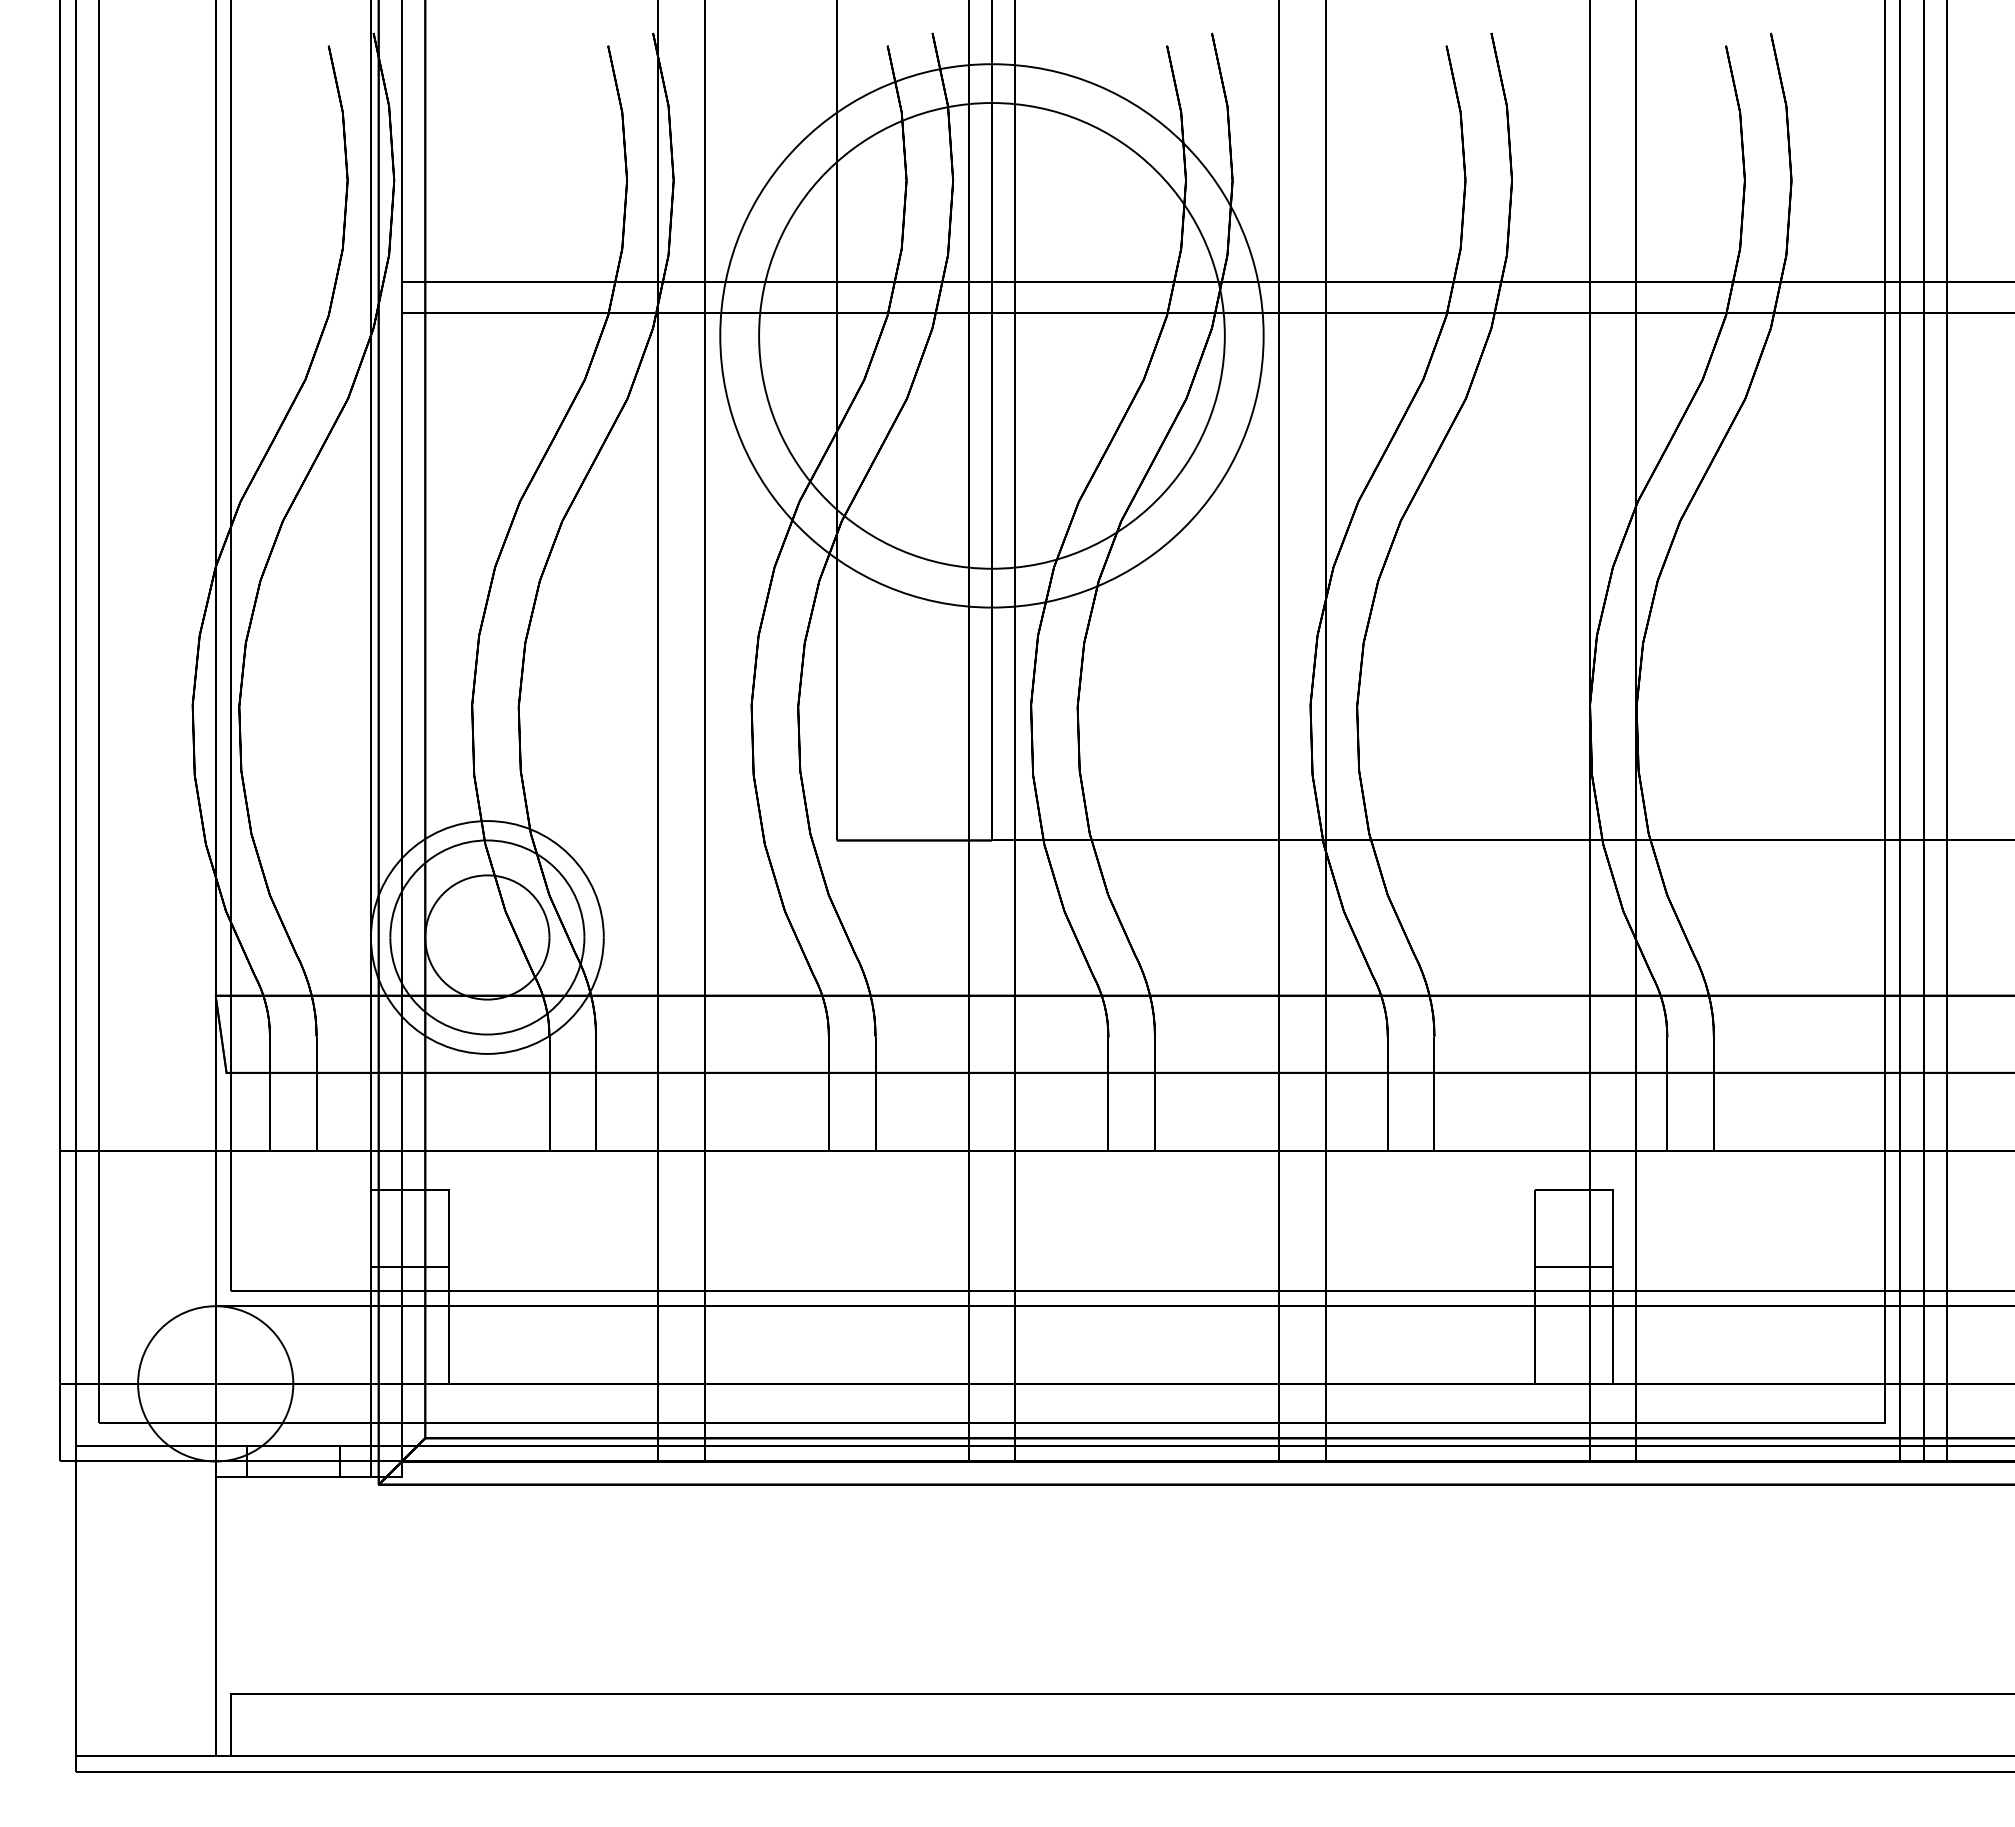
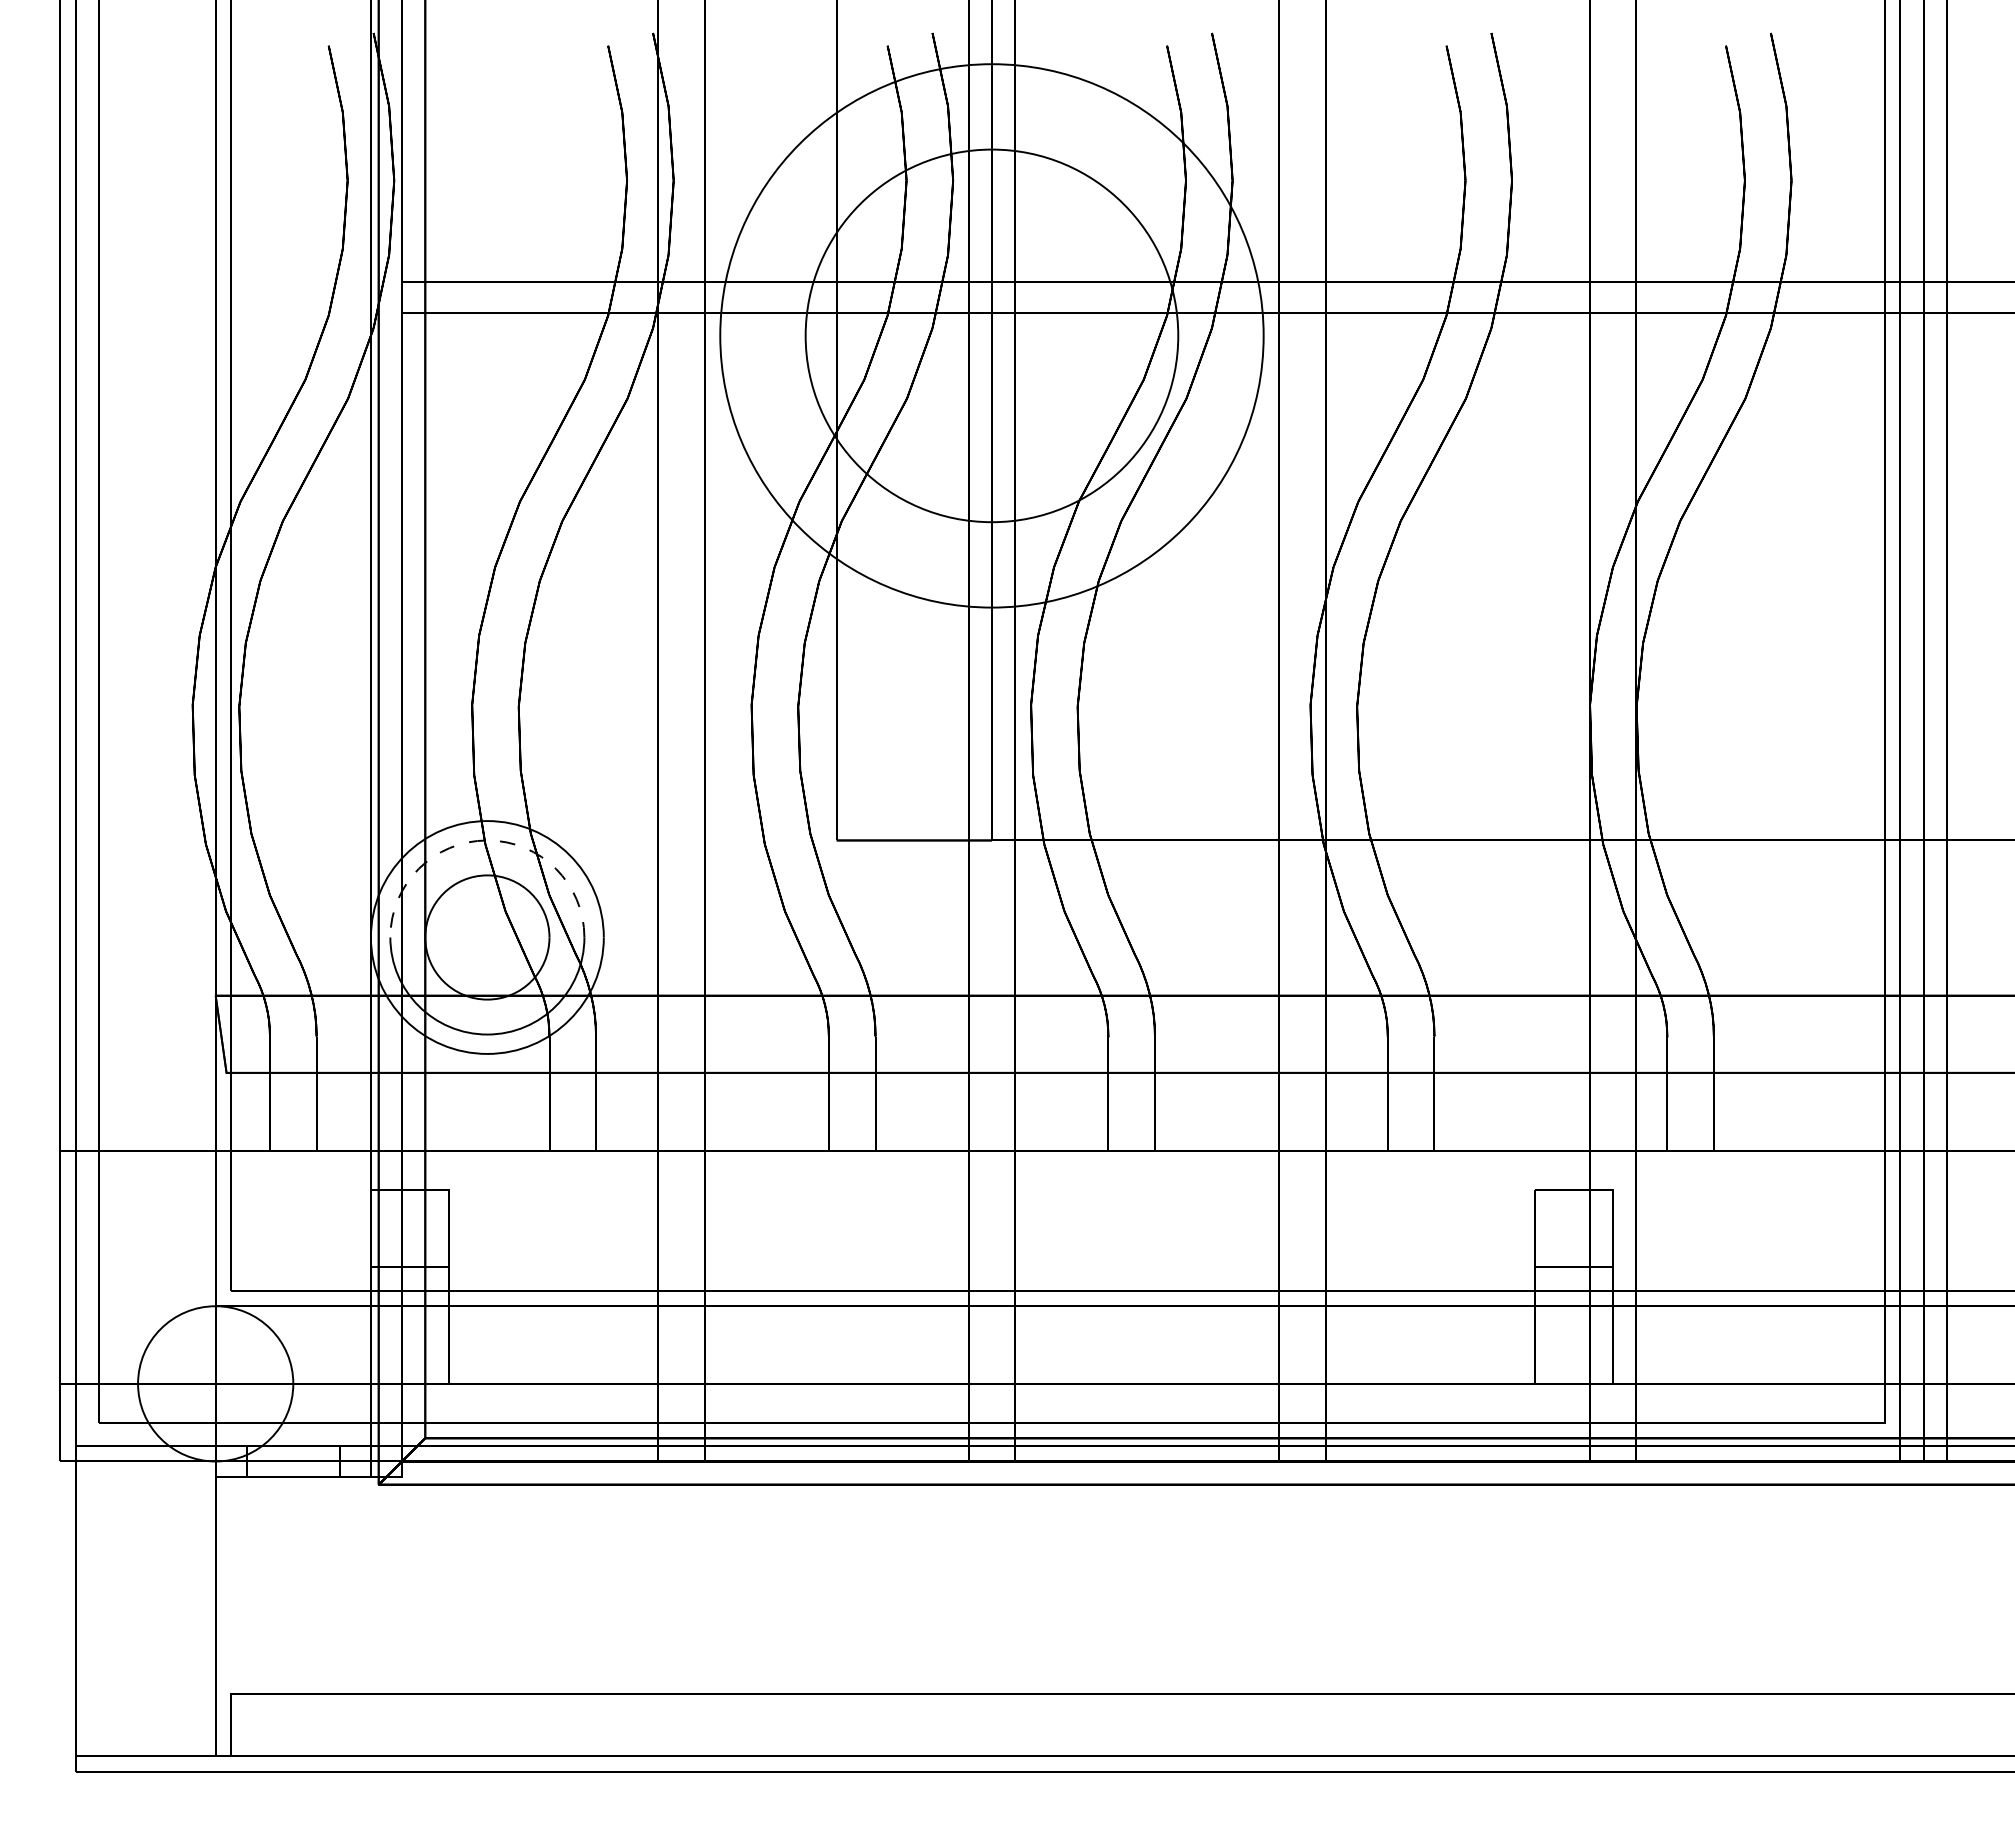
circle at (991, 335) diameter: 466 px -> 373 px
arc at (487, 840): solid -> dashed
